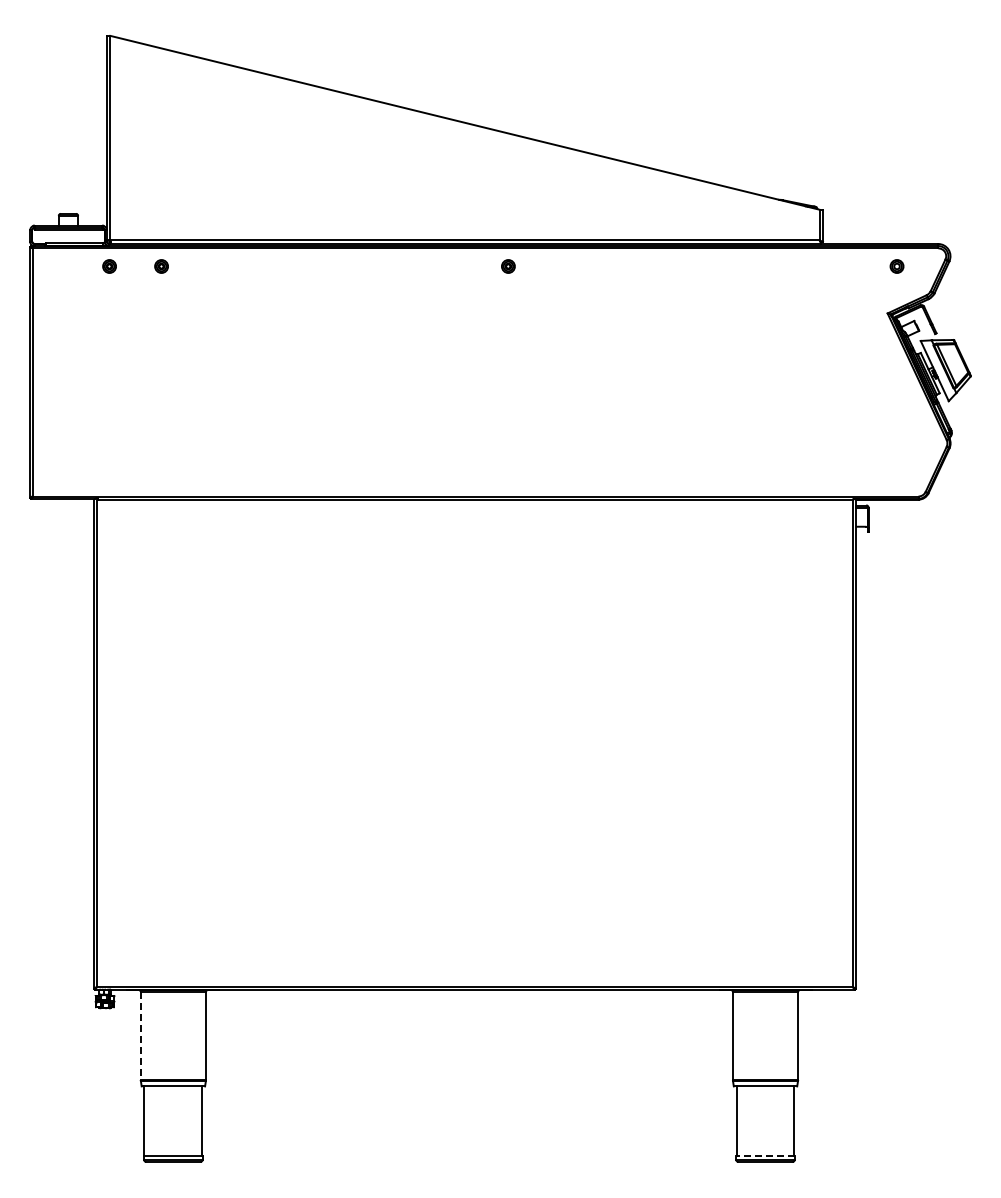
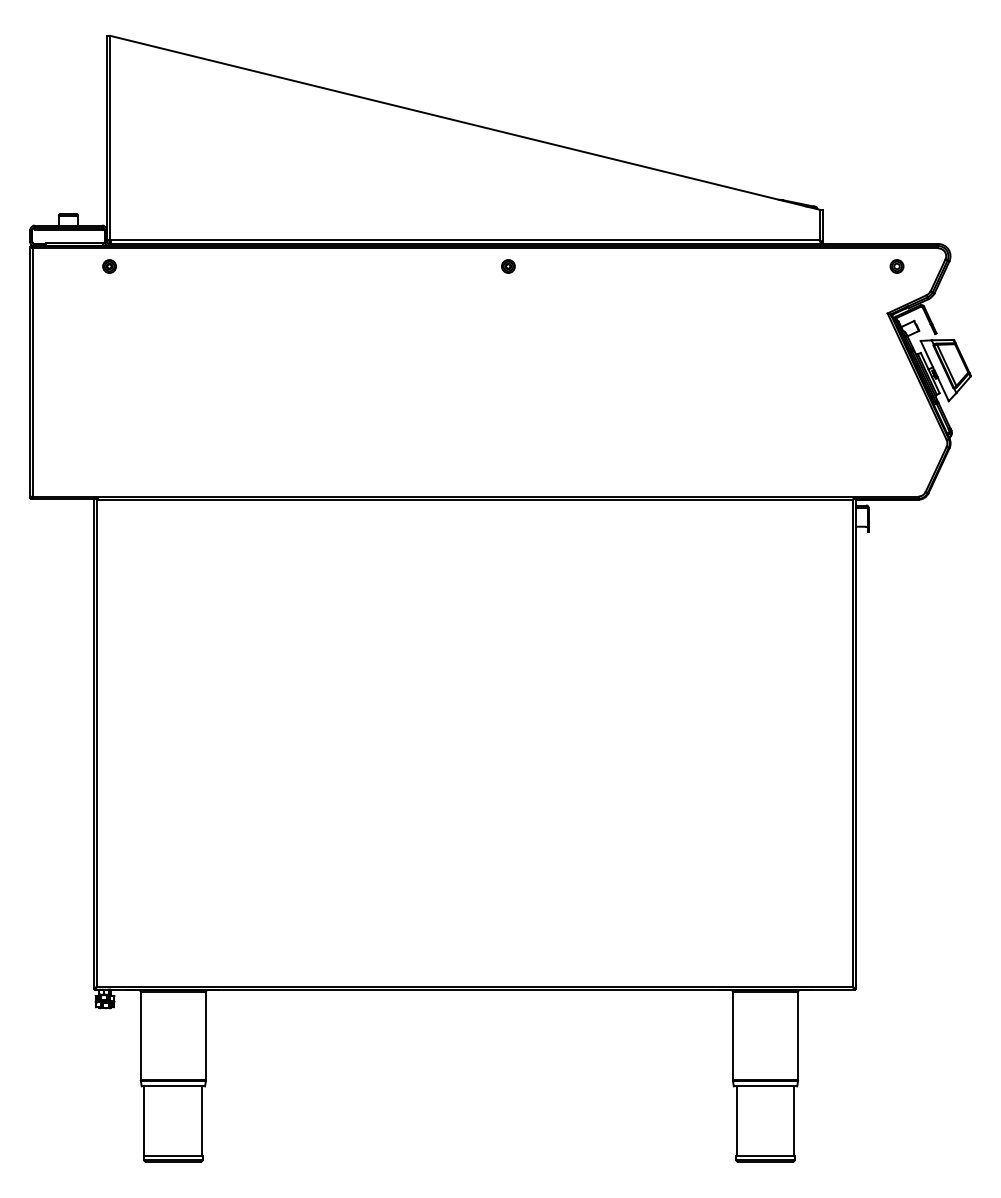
part at (161, 266): present -> none
line at (140, 1036): dashed -> solid
line at (765, 1155): dashed -> solid
